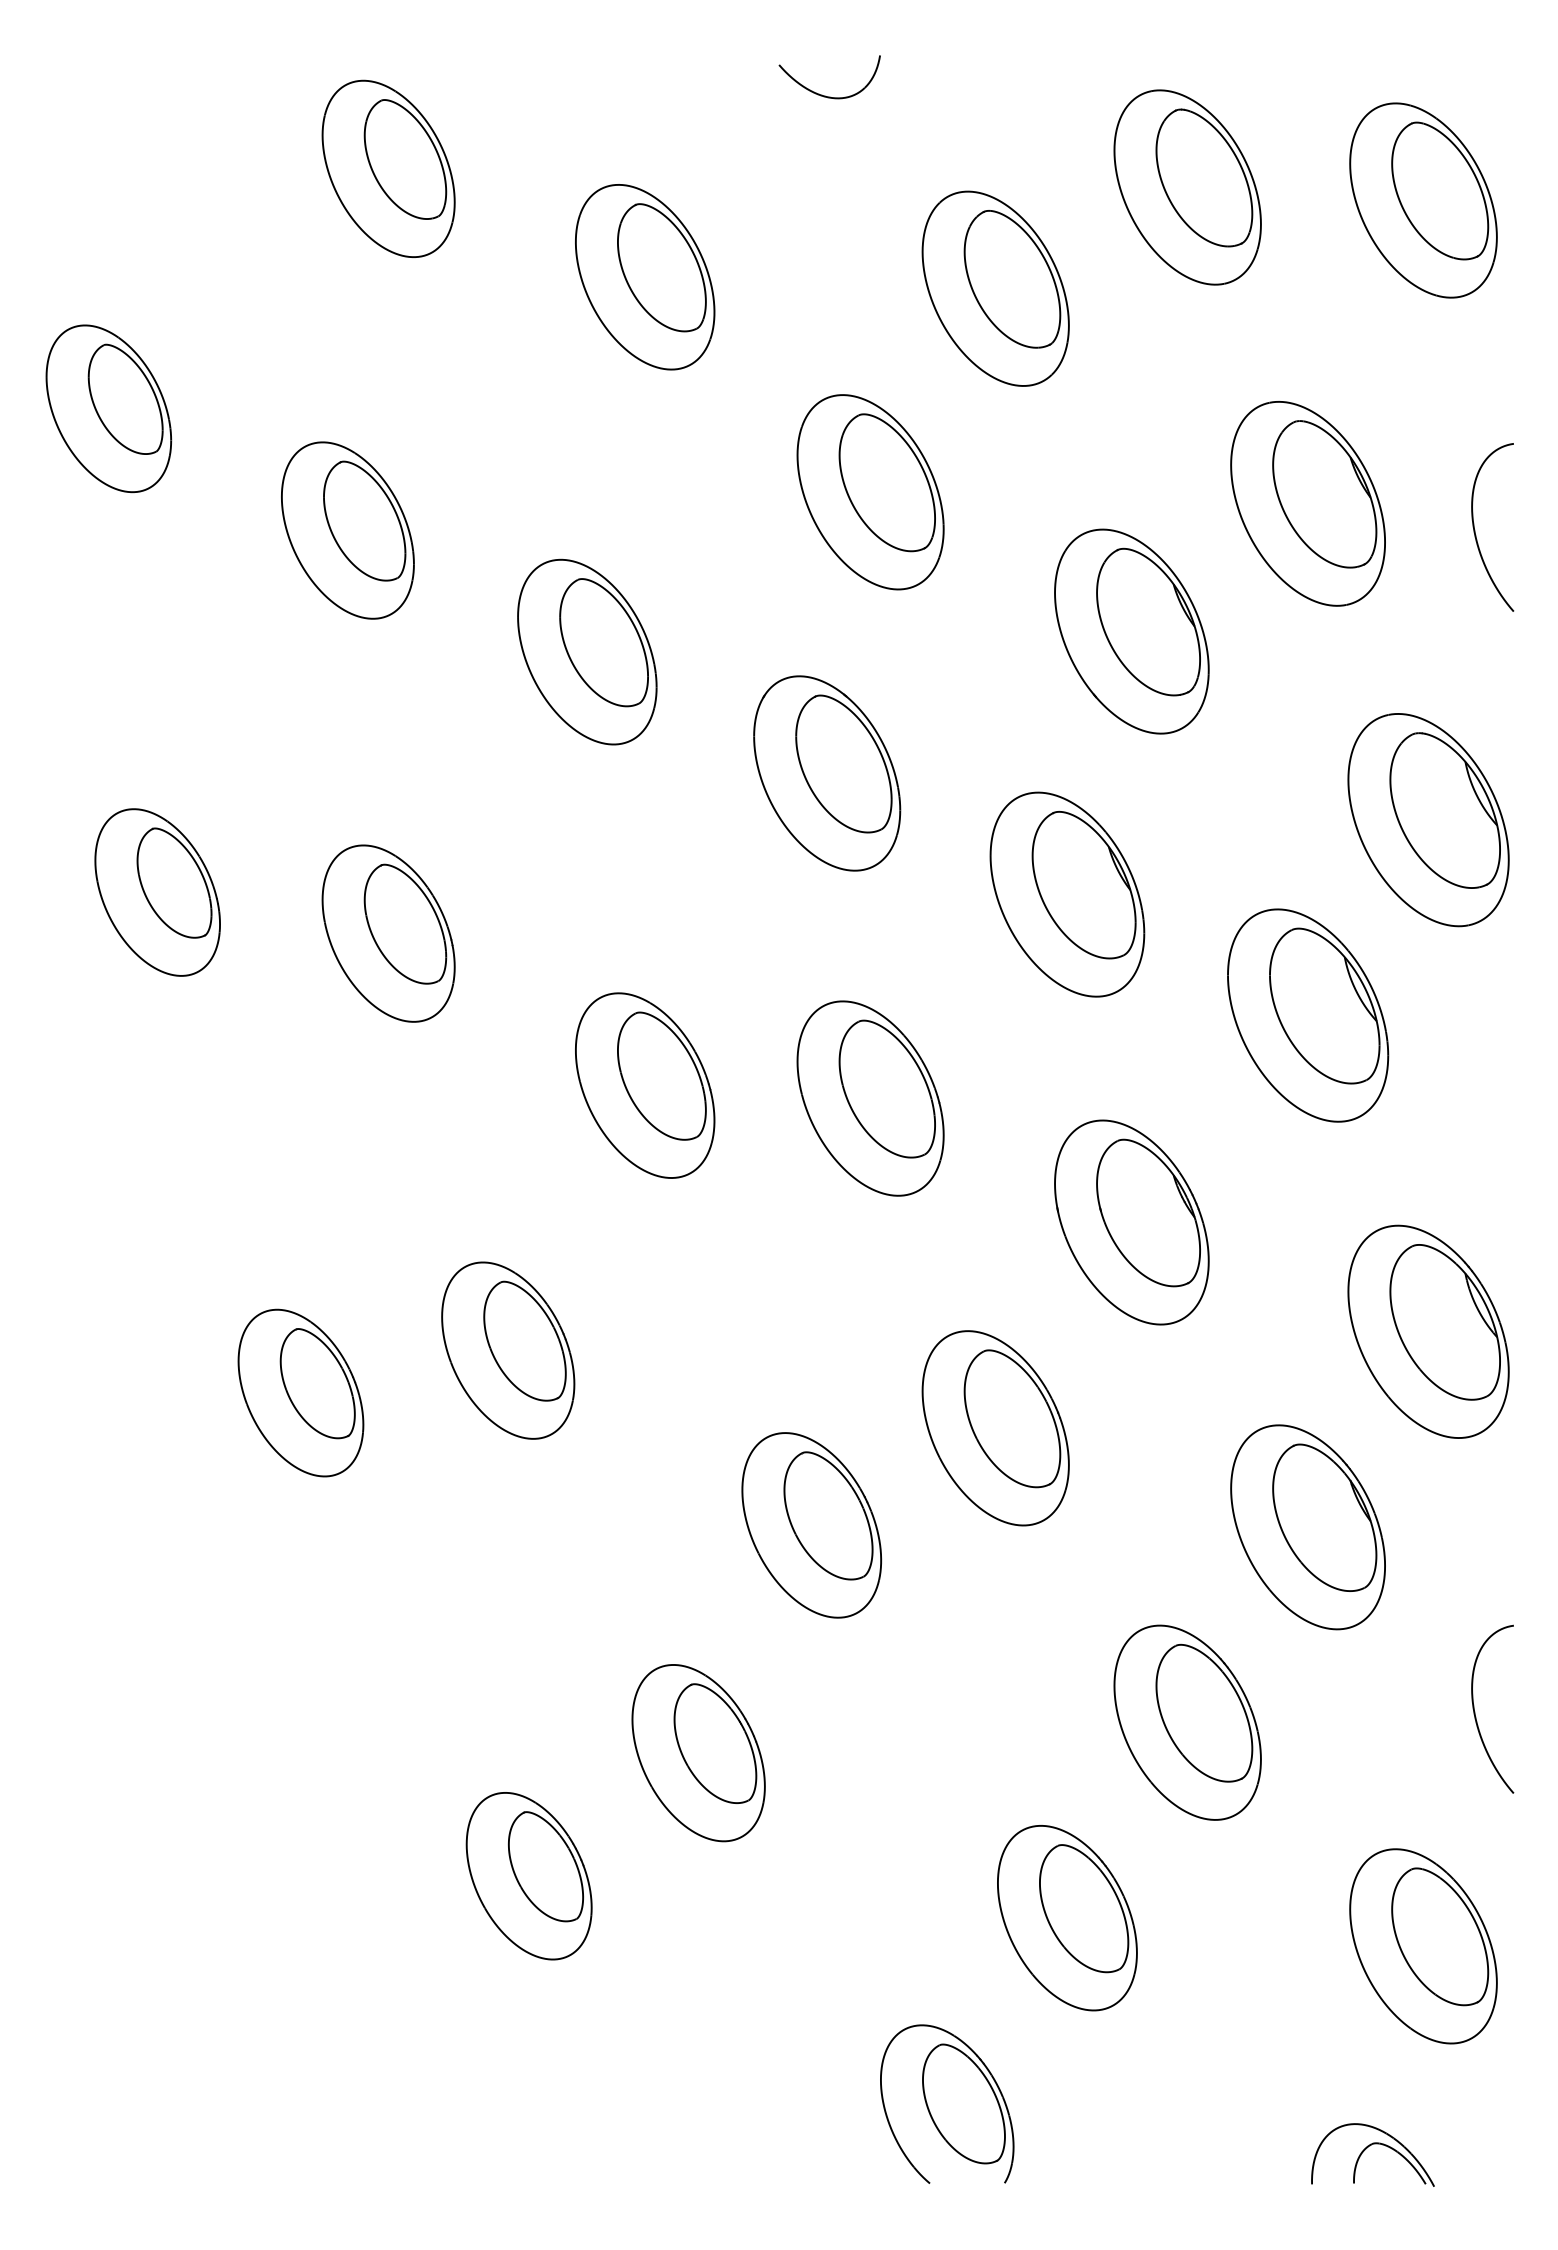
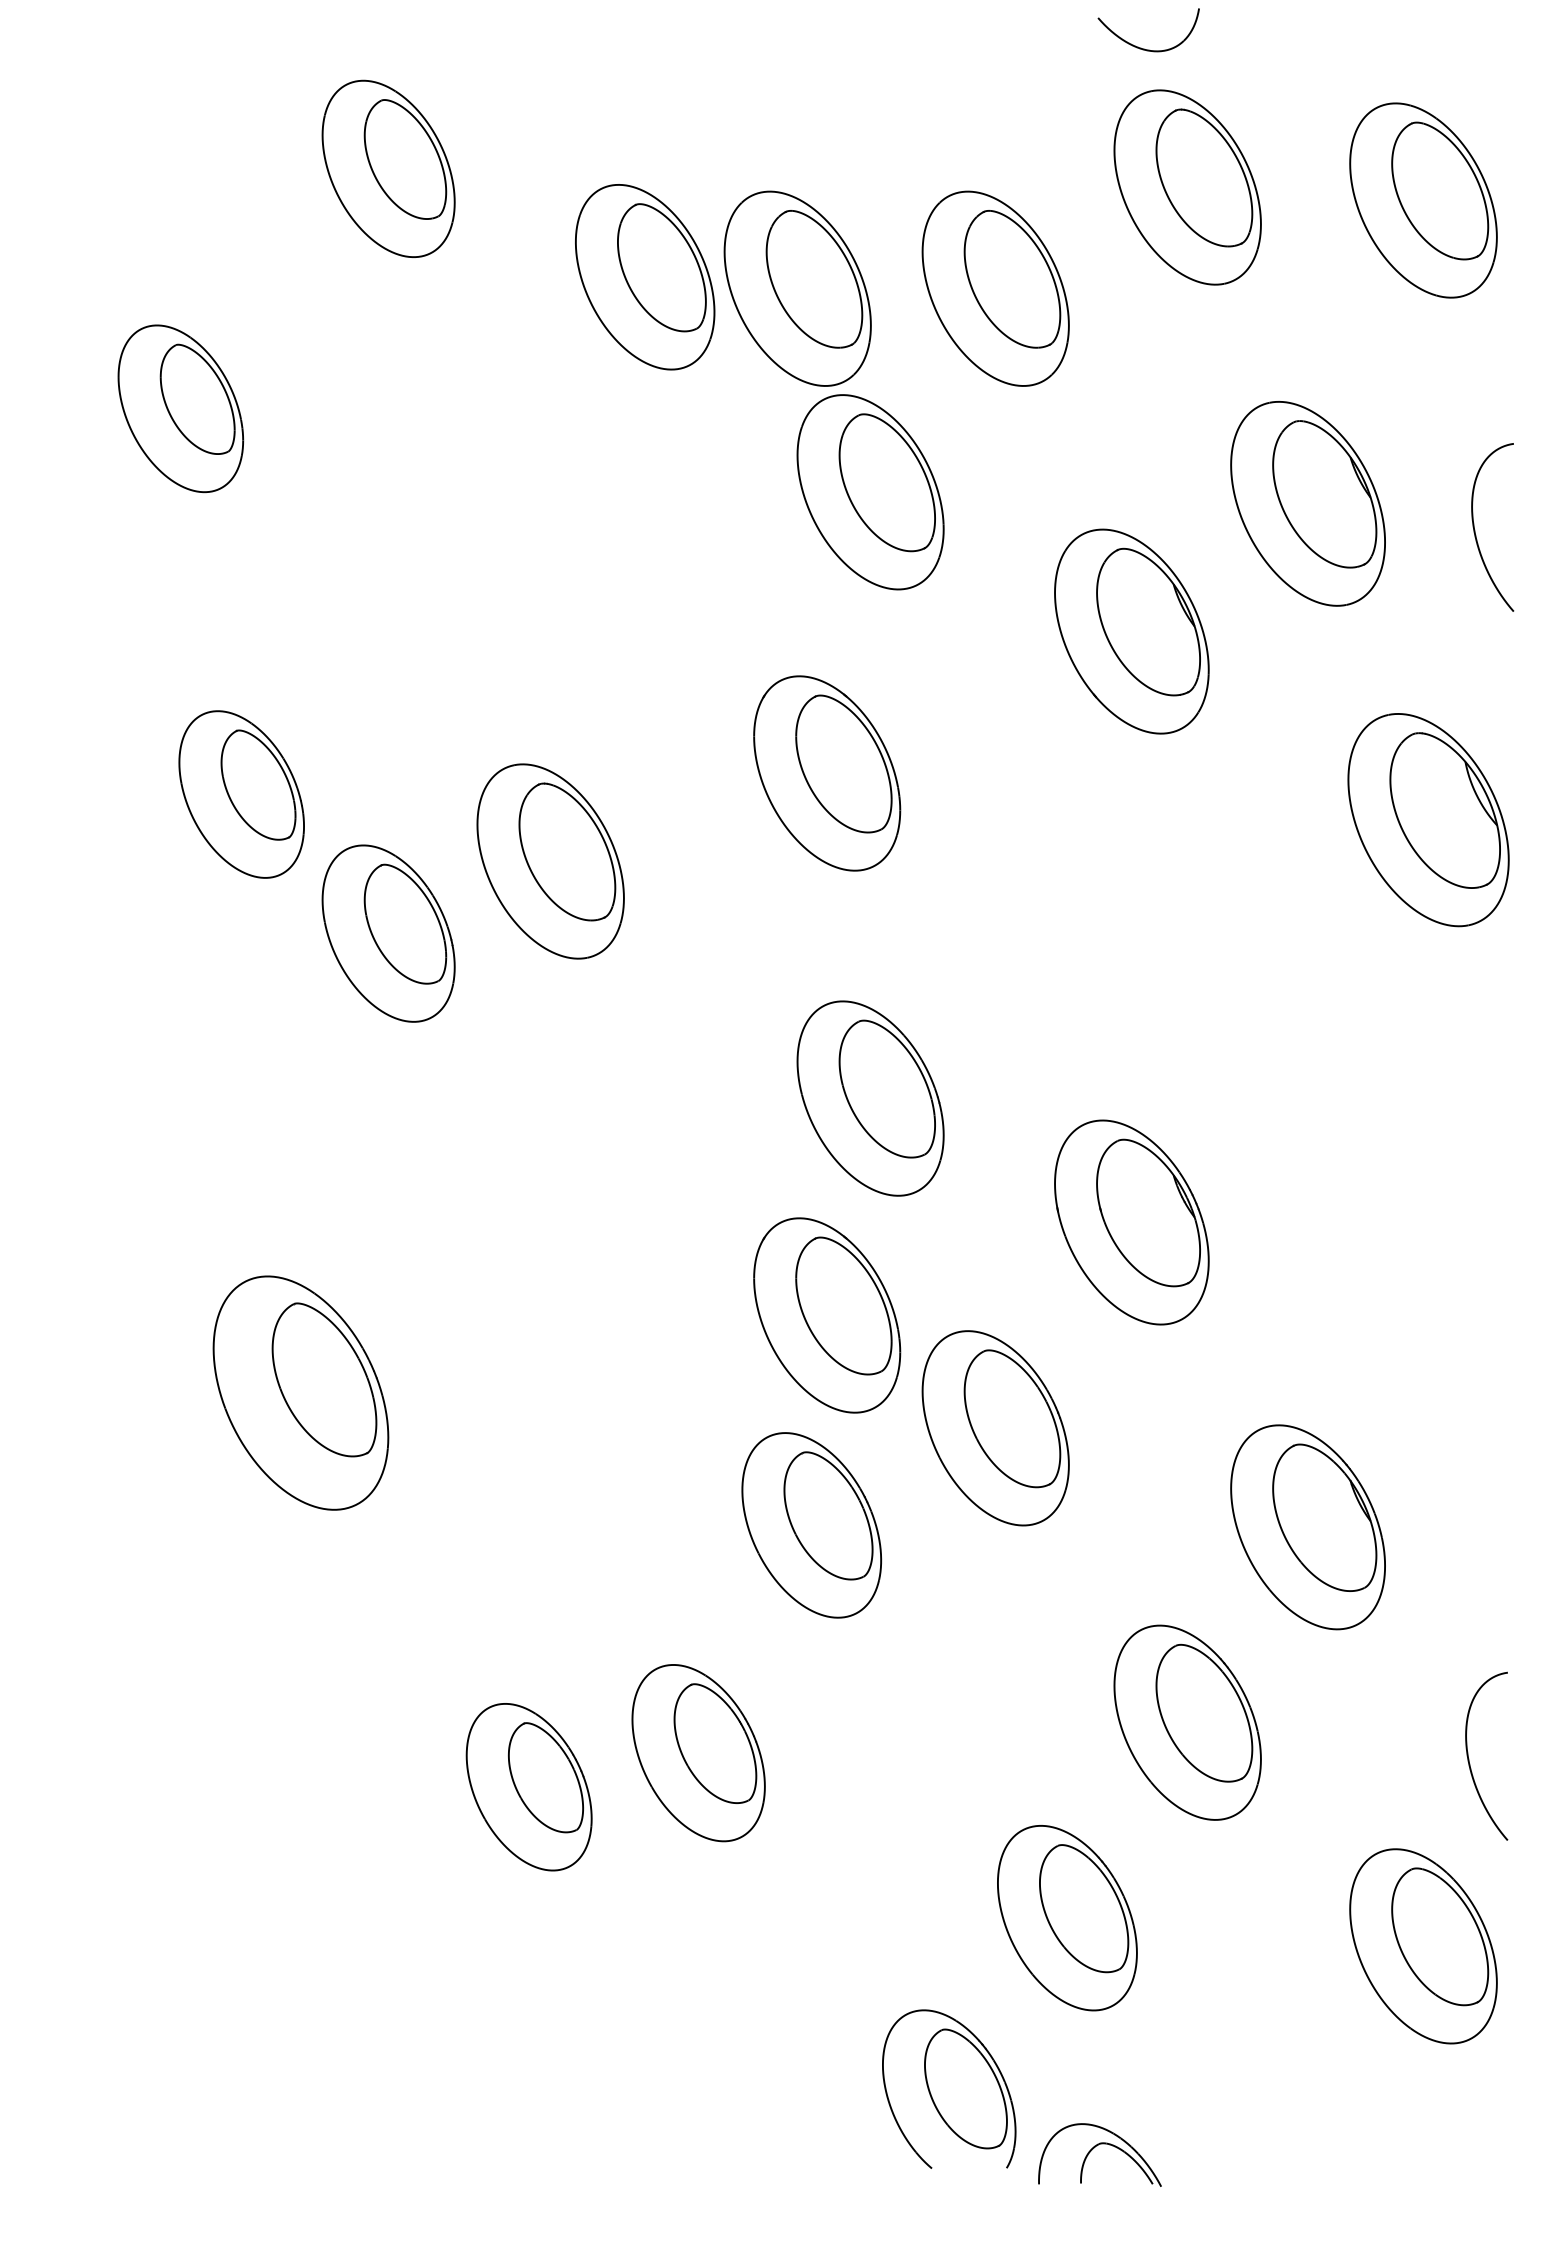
part at (822, 94) position: (822, 94) -> (1141, 47)
part at (797, 288): none -> present
part at (108, 408) position: (108, 408) -> (180, 408)
part at (347, 530): present -> none
part at (587, 651): present -> none
part at (550, 861): none -> present
part at (157, 892) position: (157, 892) -> (241, 794)
part at (1067, 894): present -> none
part at (1308, 1015): present -> none
part at (645, 1085): present -> none
part at (827, 1315): none -> present
part at (1428, 1331): present -> none
part at (508, 1350): present -> none
part at (300, 1392) size: 128x170 px -> 178x236 px
curve at (1475, 1711) position: (1475, 1711) -> (1469, 1758)
part at (528, 1876) position: (528, 1876) -> (528, 1787)
part at (947, 2103) position: (947, 2103) -> (949, 2088)
part at (1367, 2148) position: (1367, 2148) -> (1094, 2148)
